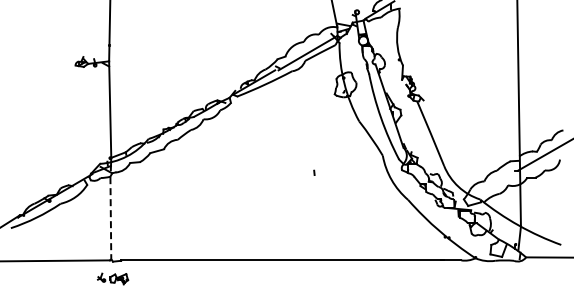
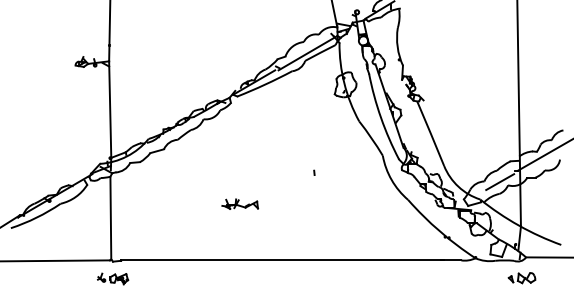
line at (500, 182): none -> present
part at (240, 203): none -> present
line at (110, 218): dashed -> solid
part at (521, 278): none -> present
